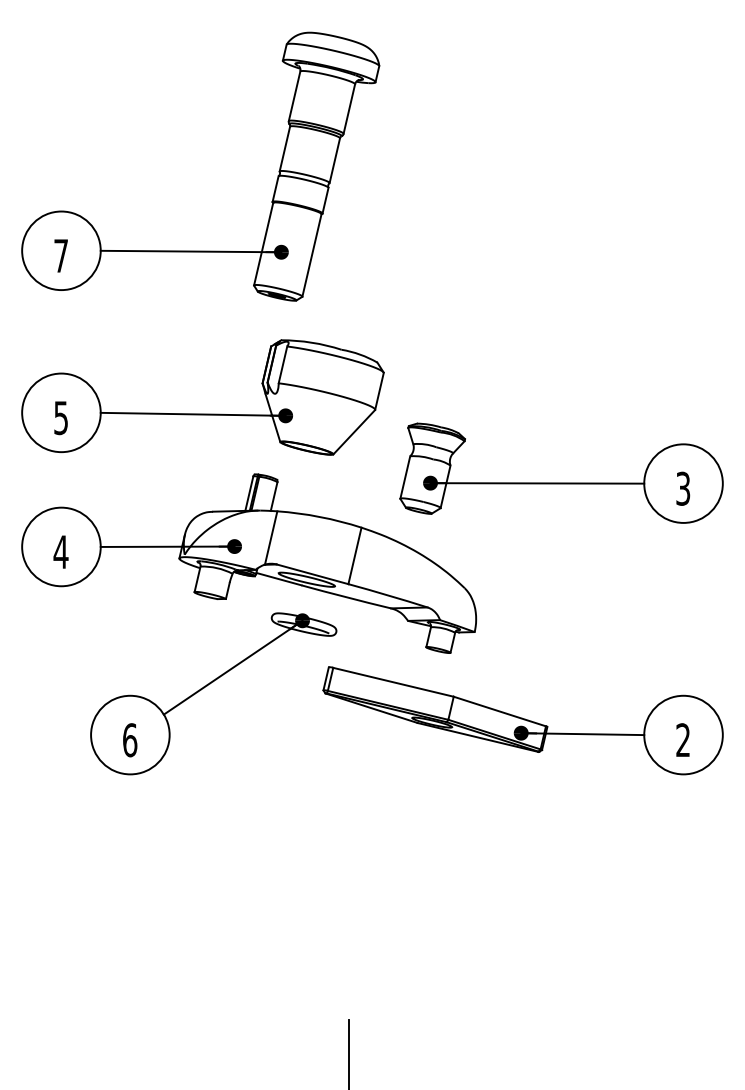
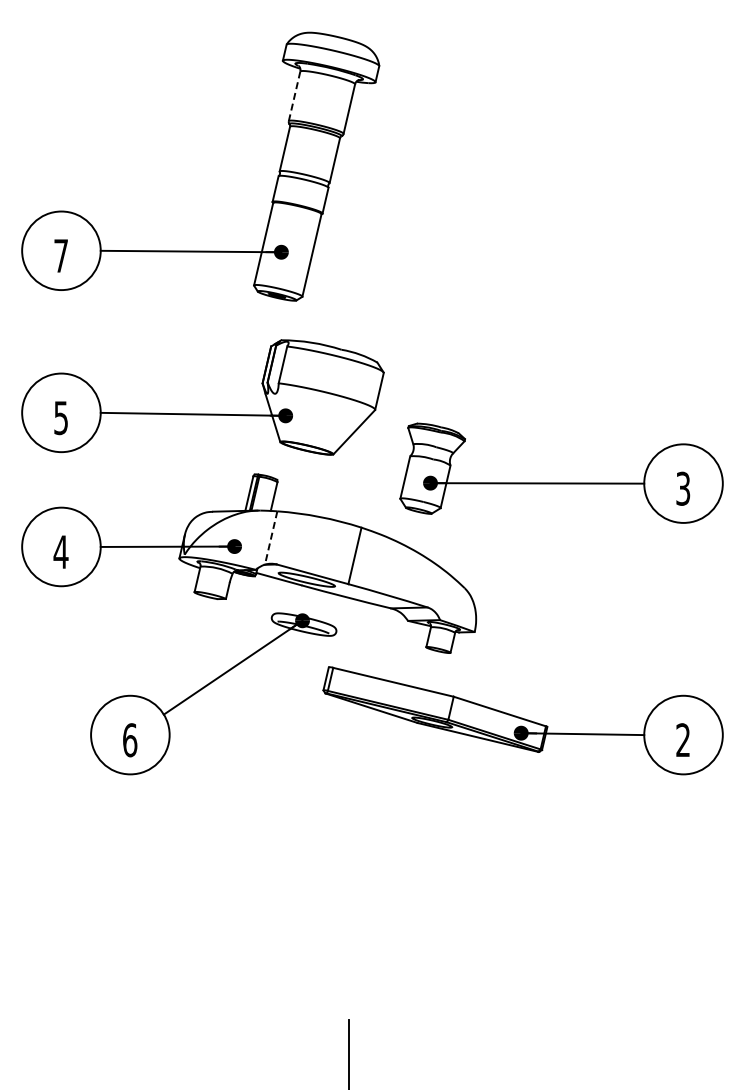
line at (294, 96): solid -> dashed
line at (271, 538): solid -> dashed
